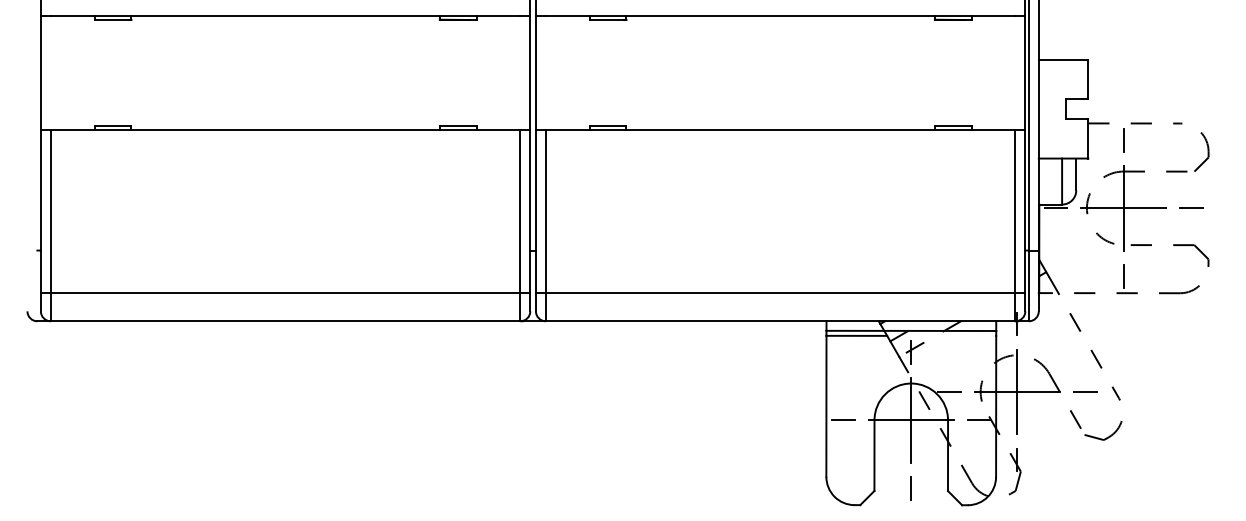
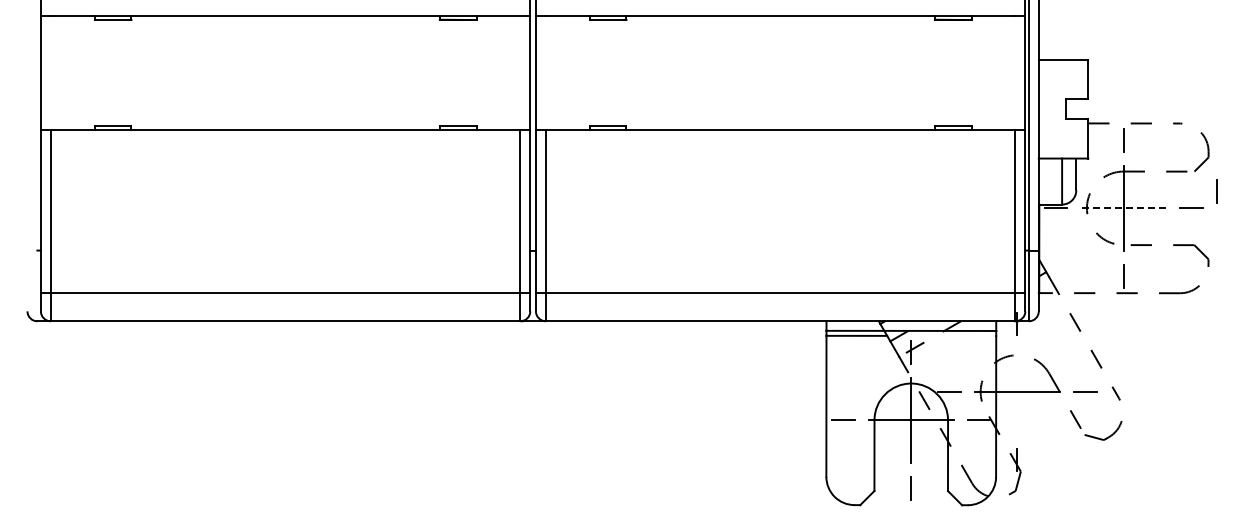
line at (1216, 191): none -> present
line at (1123, 208): solid -> dashed
line at (1017, 391): present -> none
